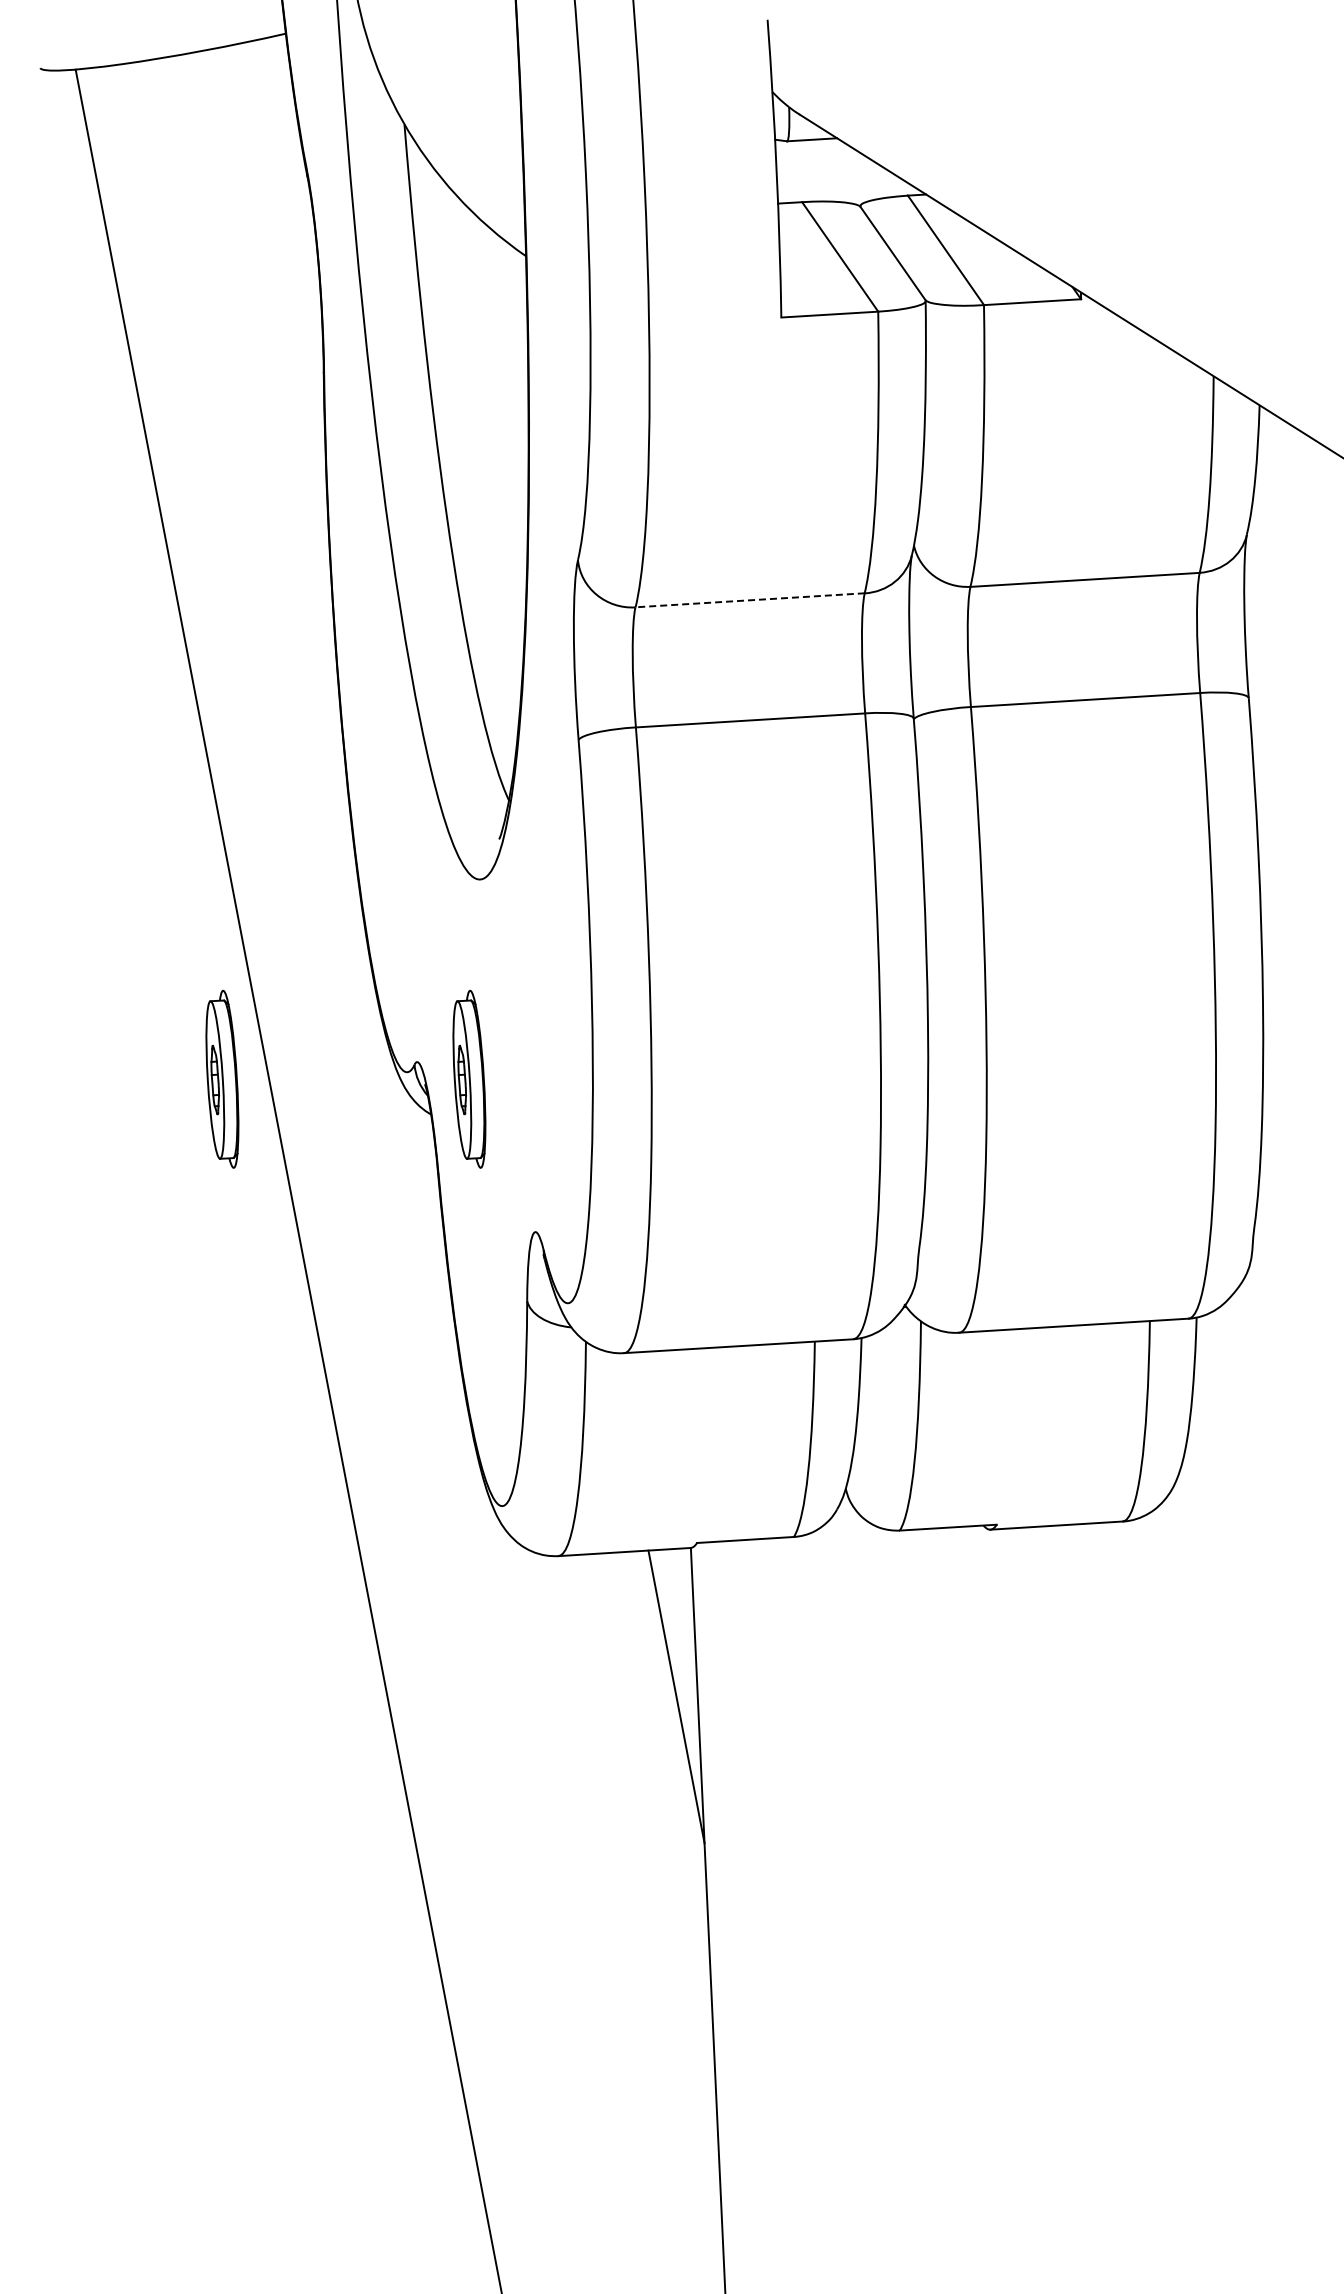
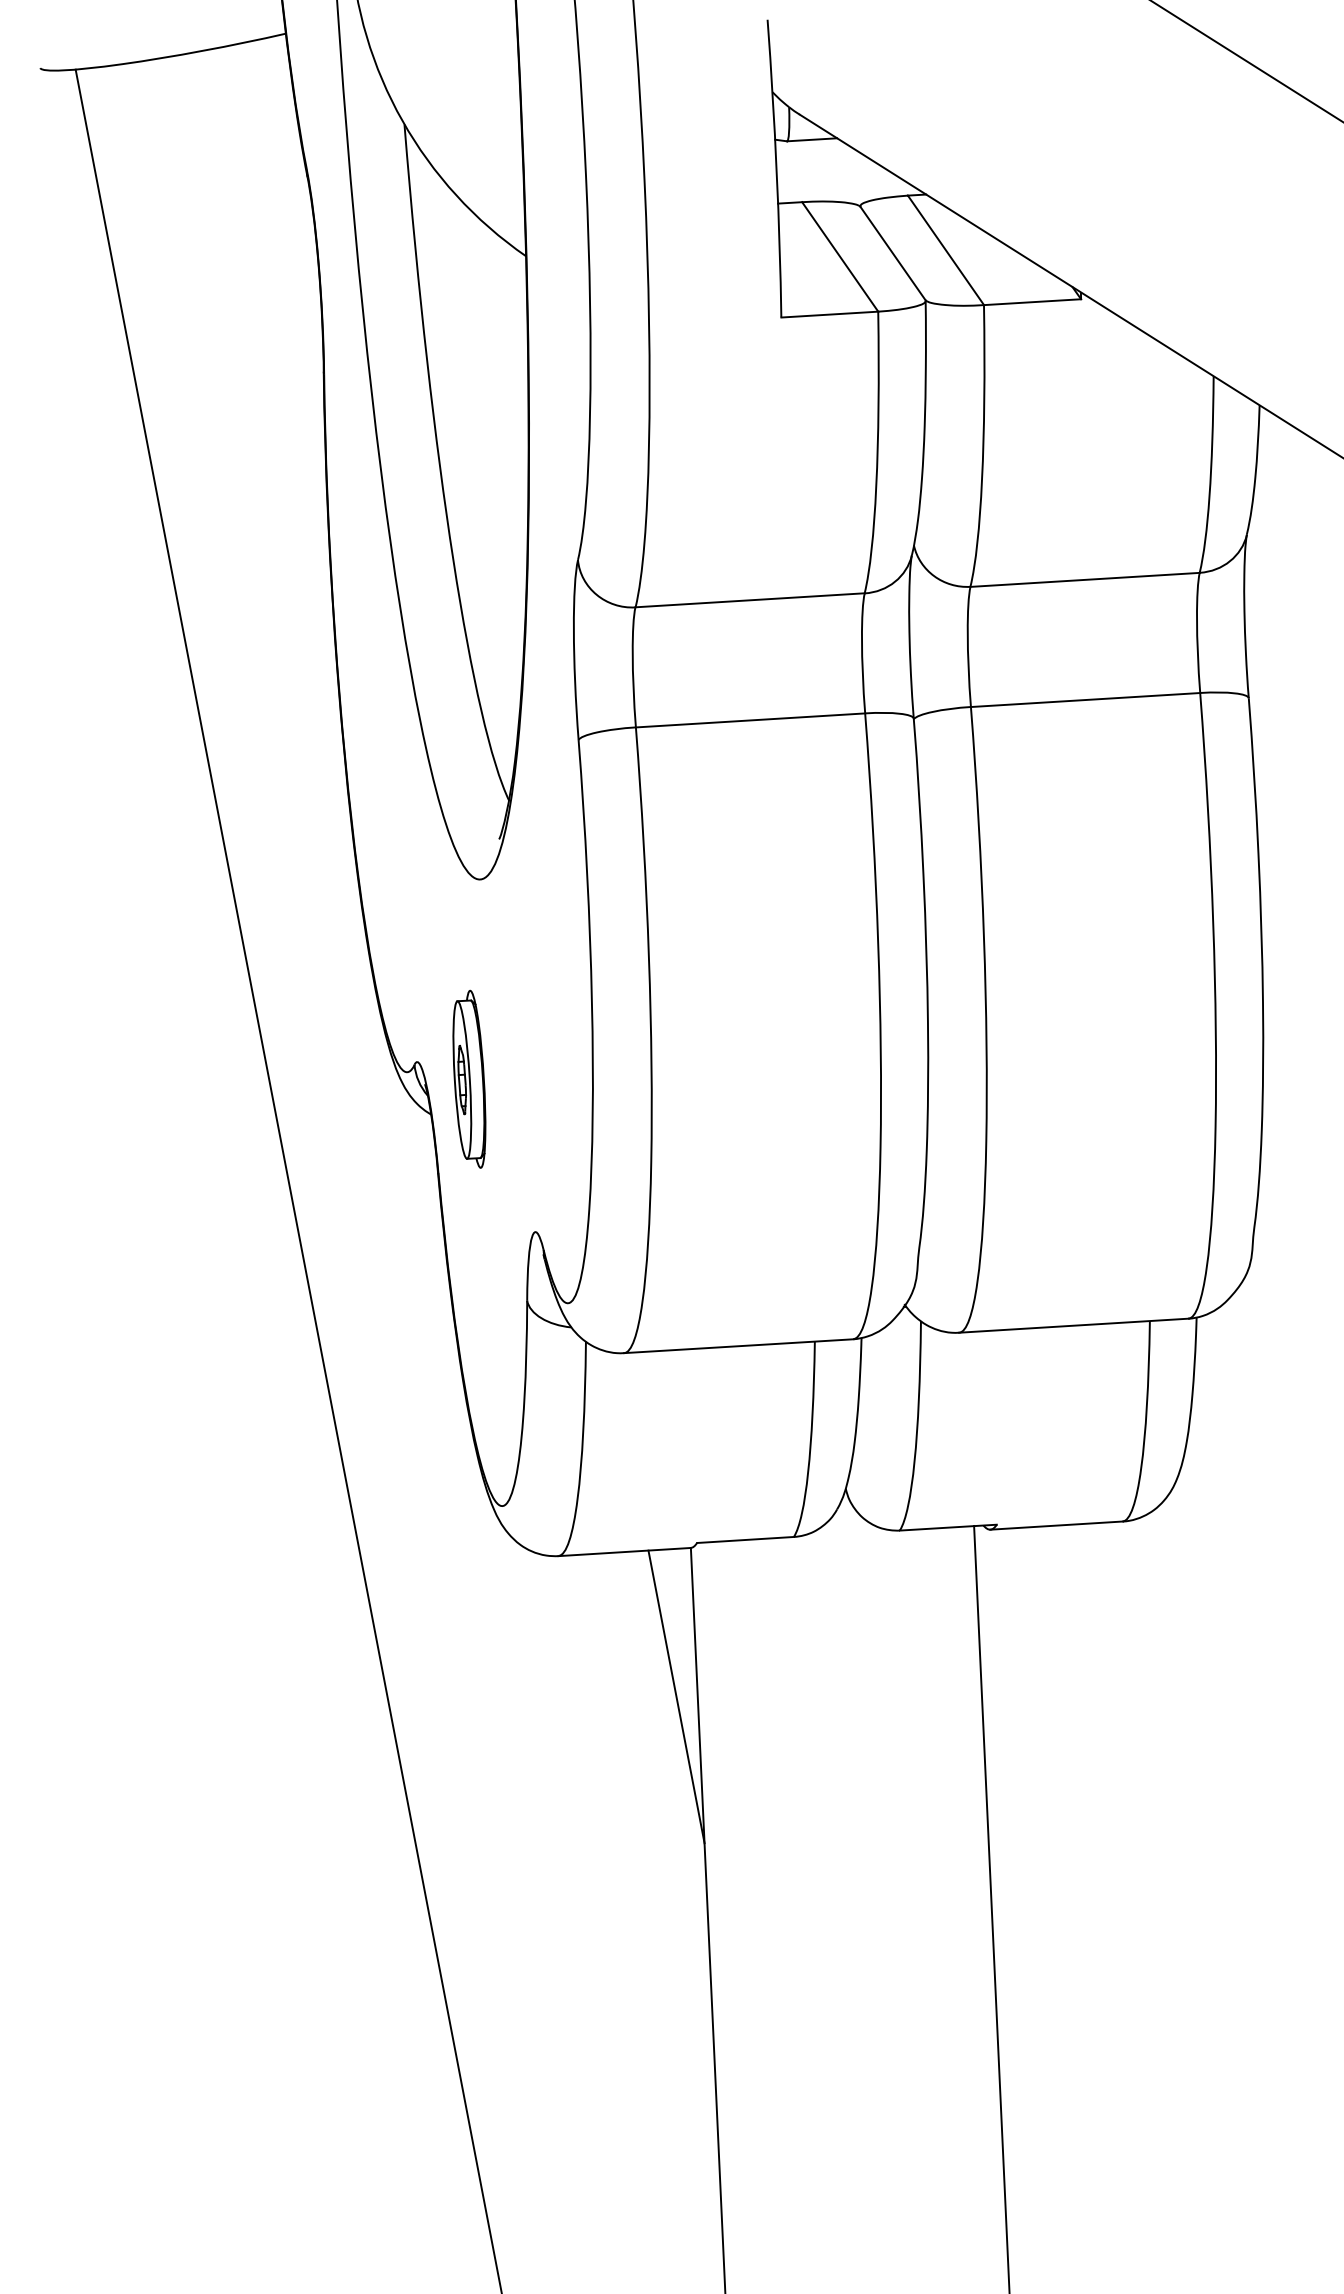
line at (1246, 61): none -> present
line at (750, 600): dashed -> solid
part at (222, 1078): present -> none
line at (991, 1907): none -> present
